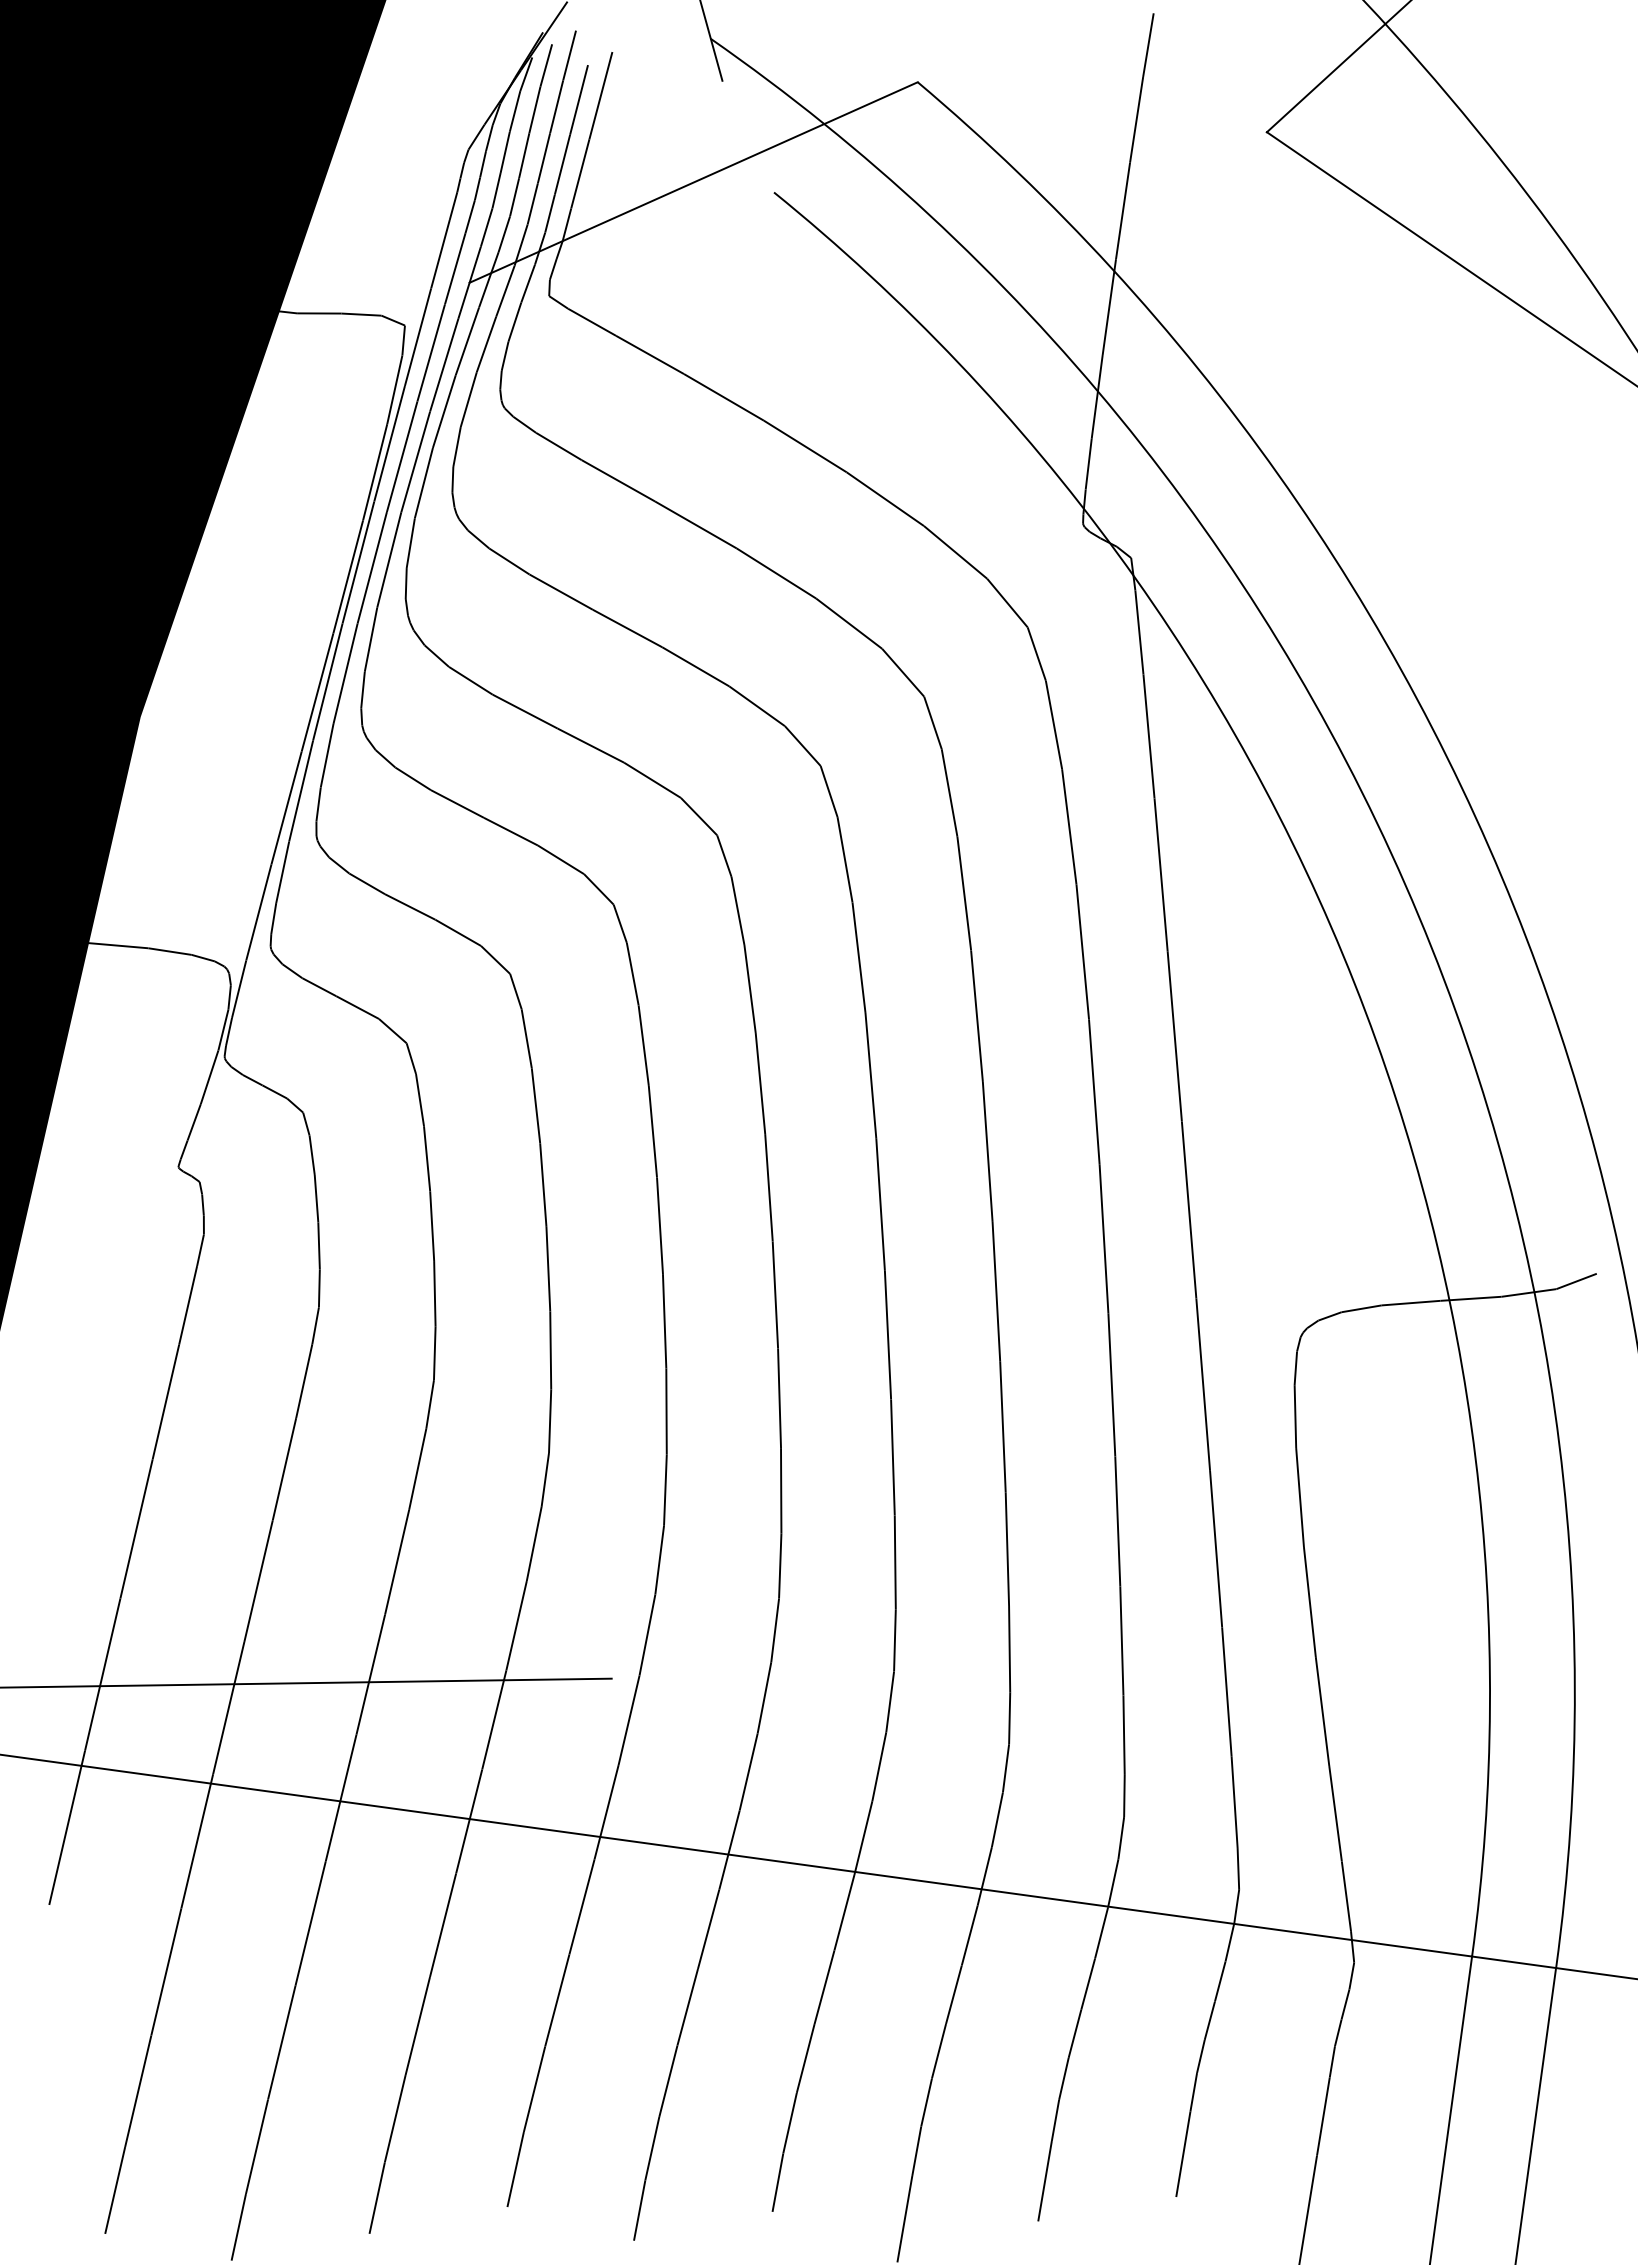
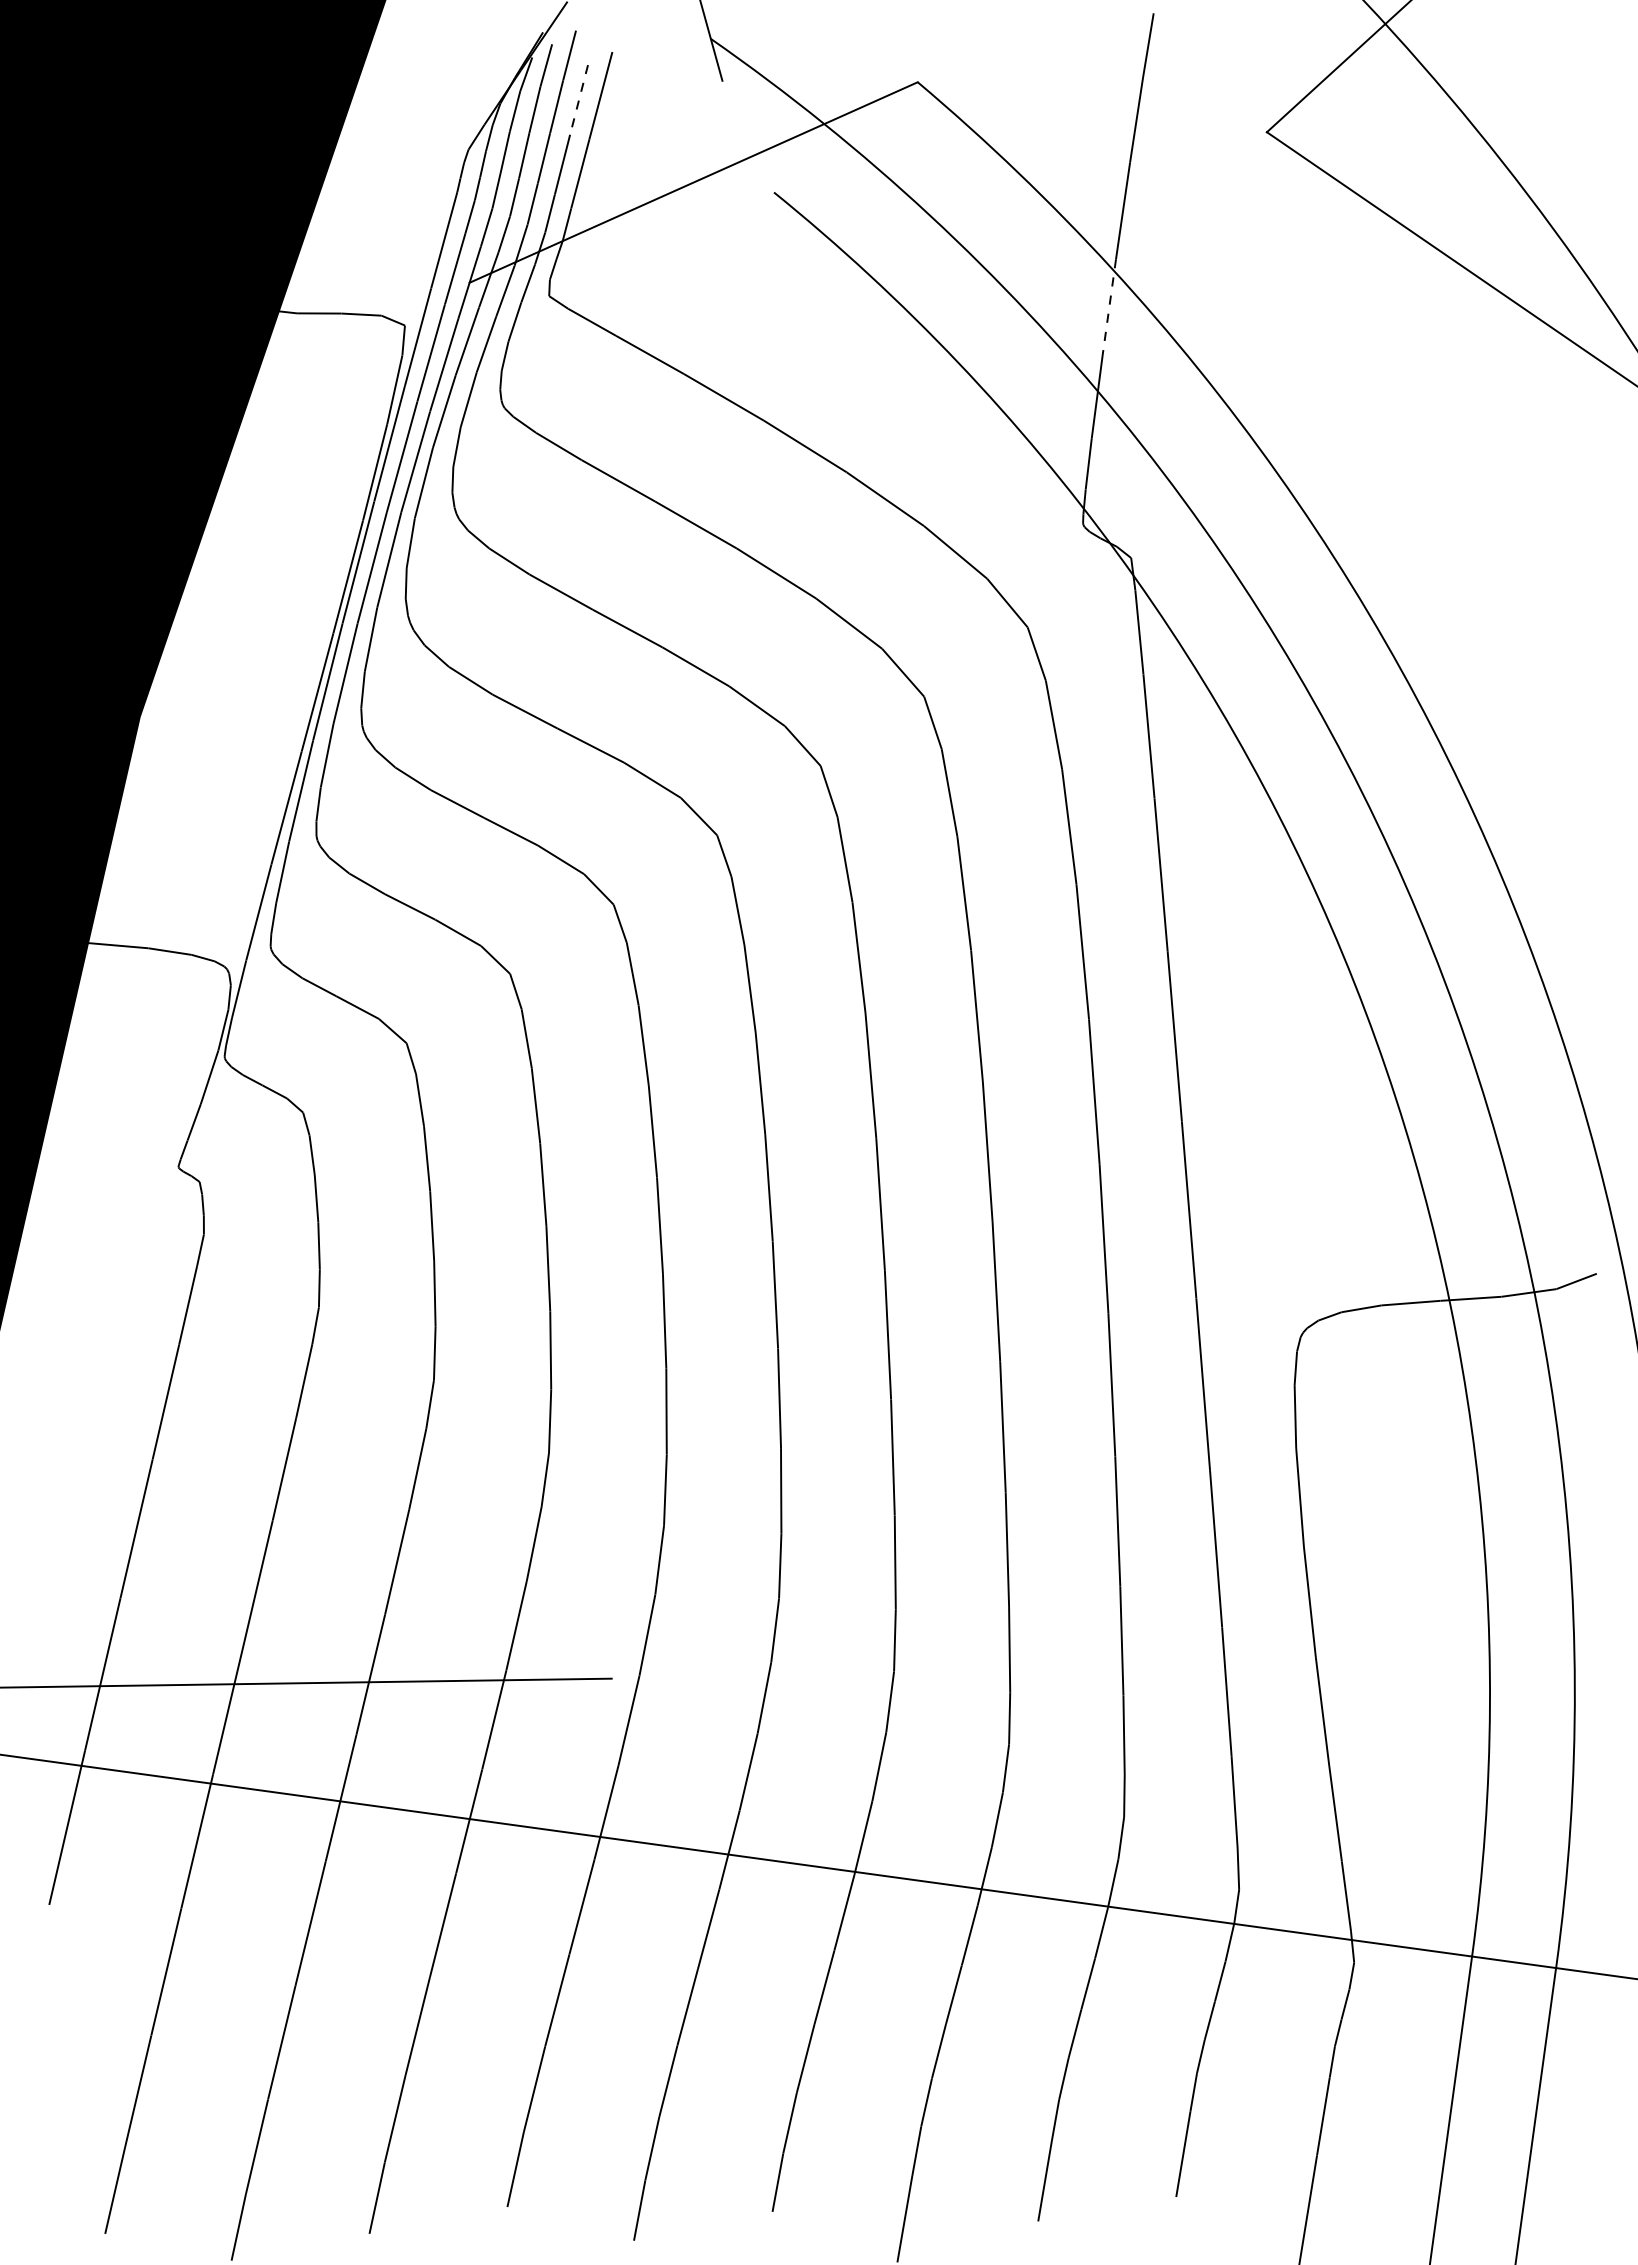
line at (579, 99): solid -> dashed
line at (1109, 307): solid -> dashed
